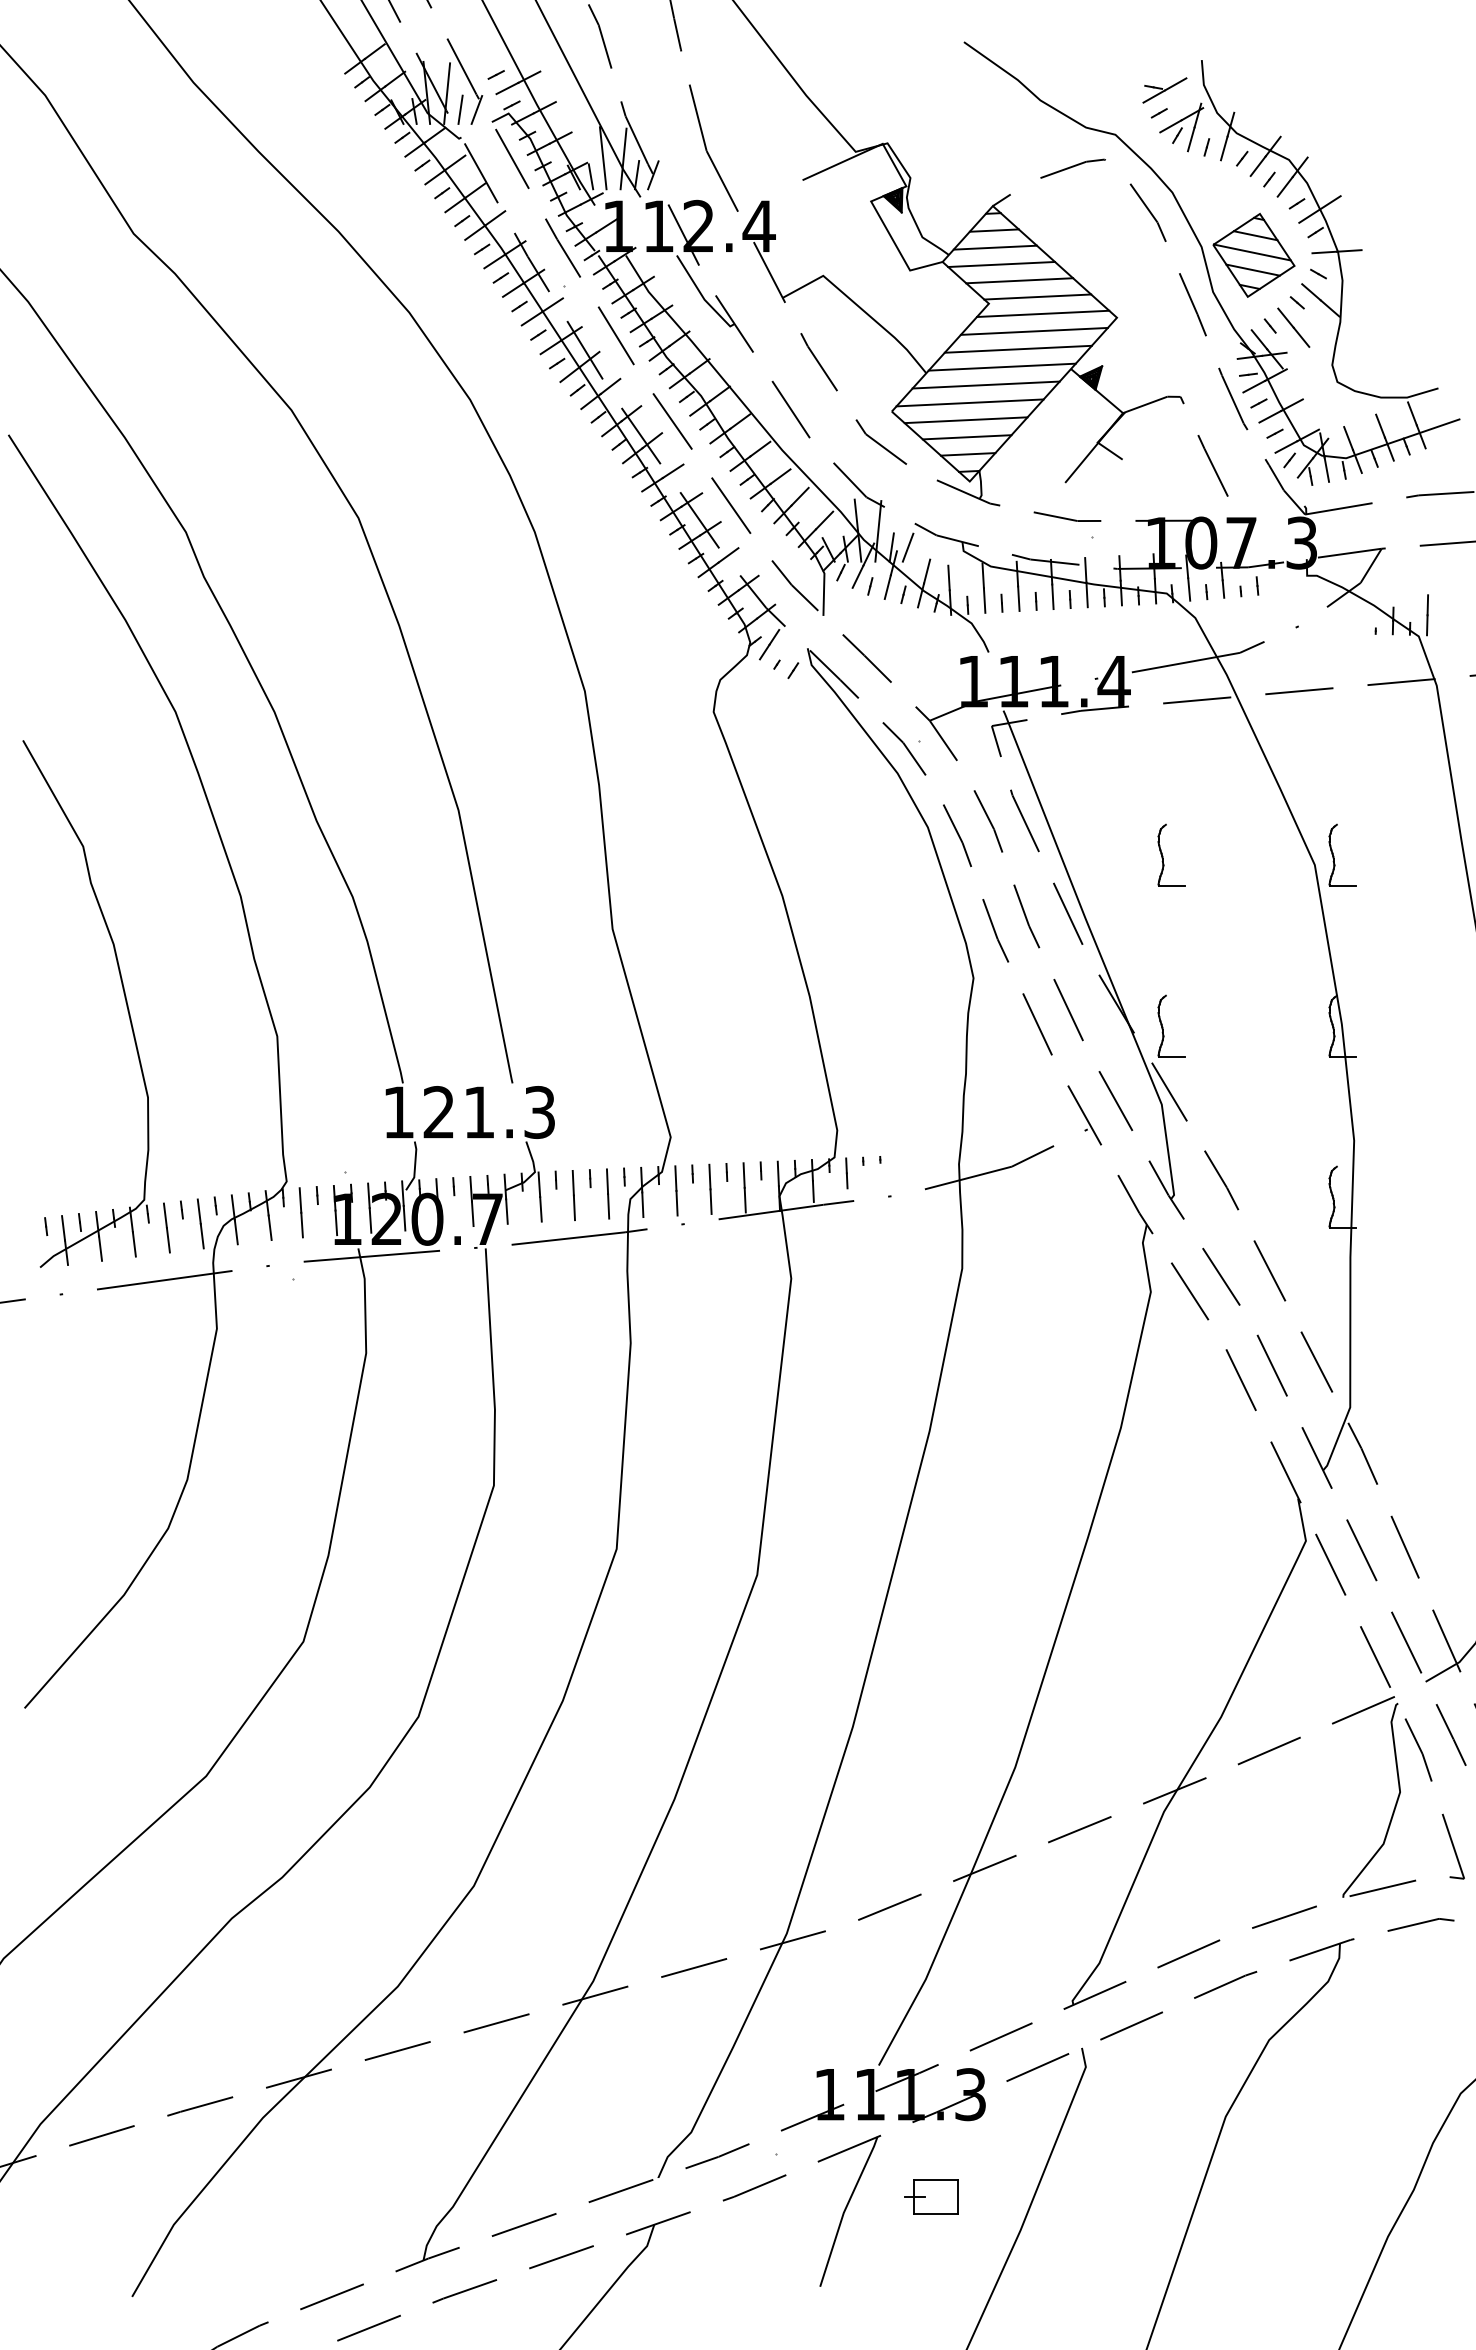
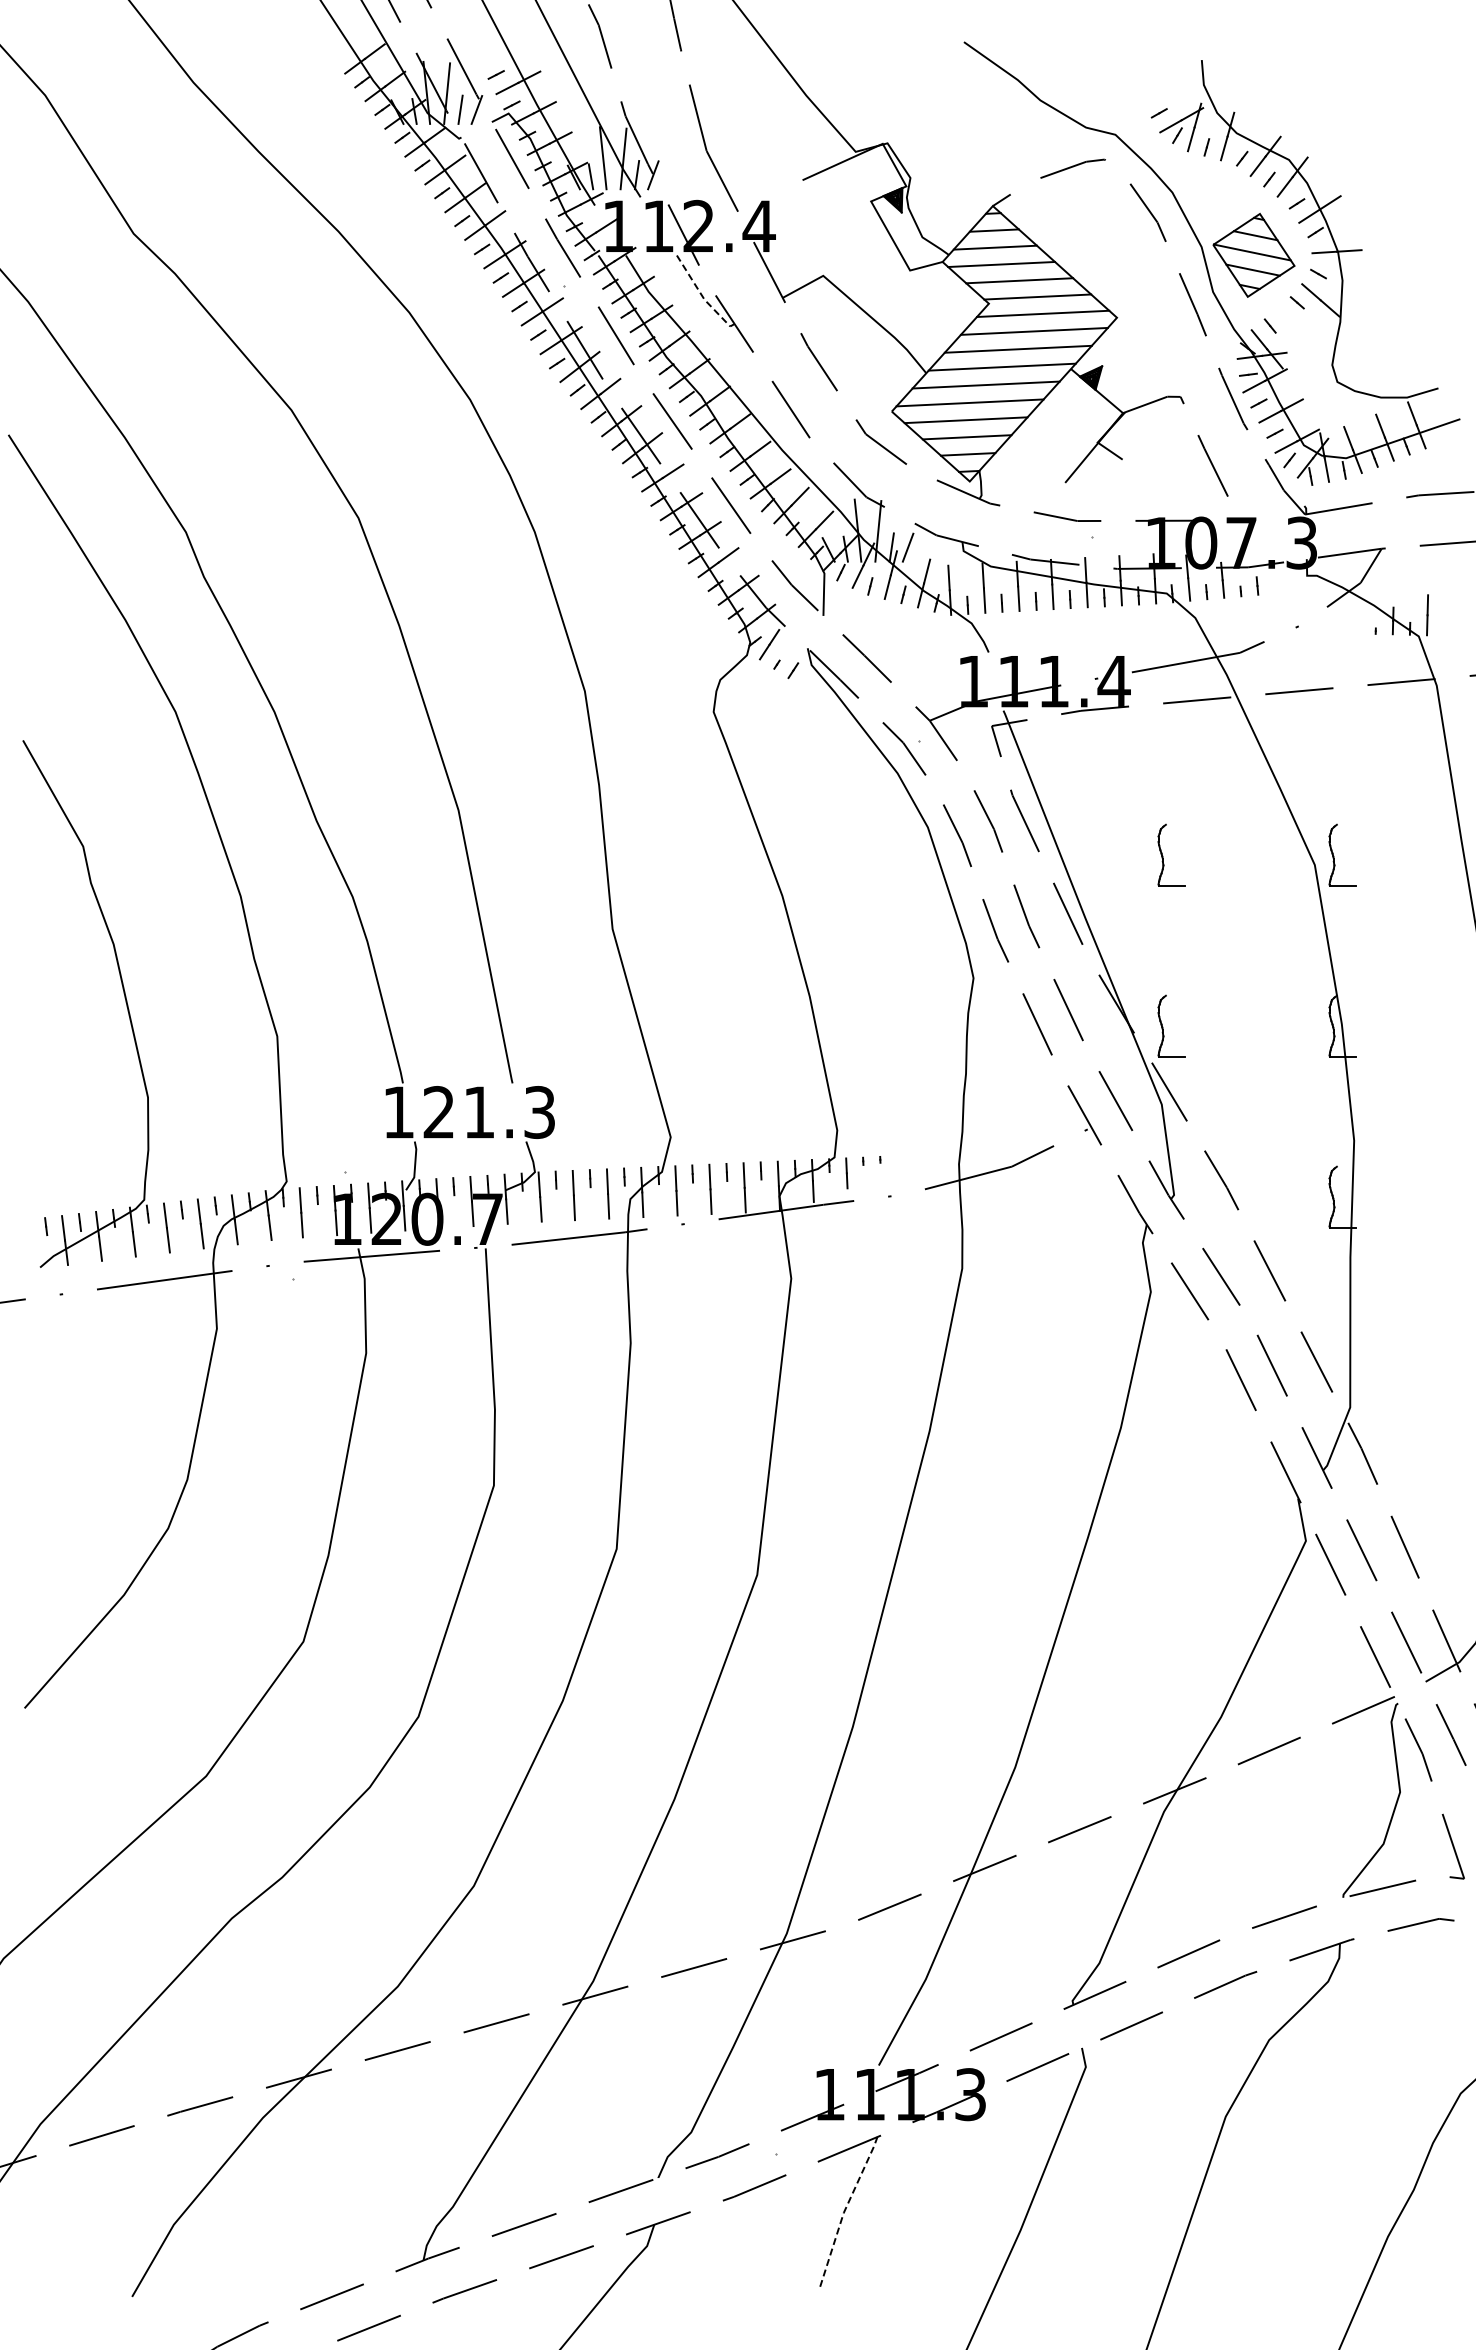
part at (1164, 90): present -> none
line at (702, 296): solid -> dashed
line at (1293, 327): present -> none
part at (931, 2196): present -> none
line at (845, 2209): solid -> dashed
